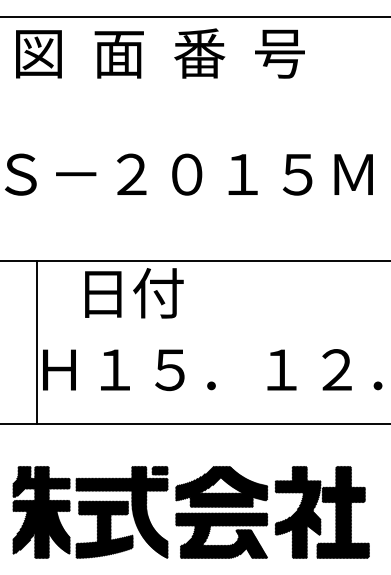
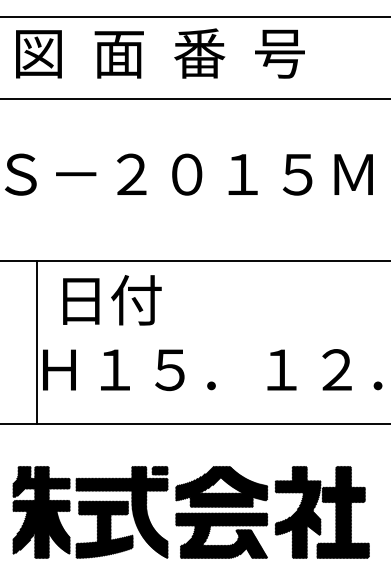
line at (194, 98): none -> present
text at (134, 293) position: (134, 293) -> (112, 300)
